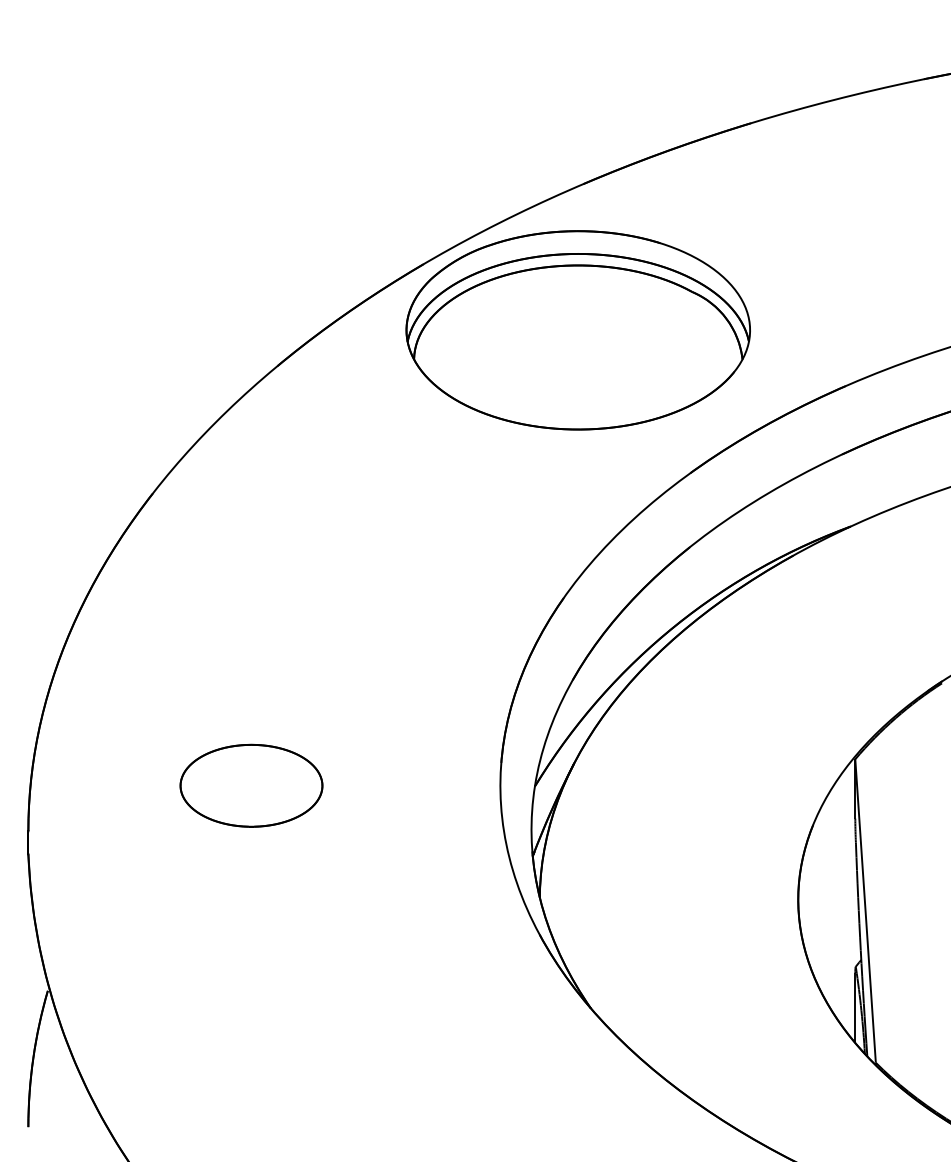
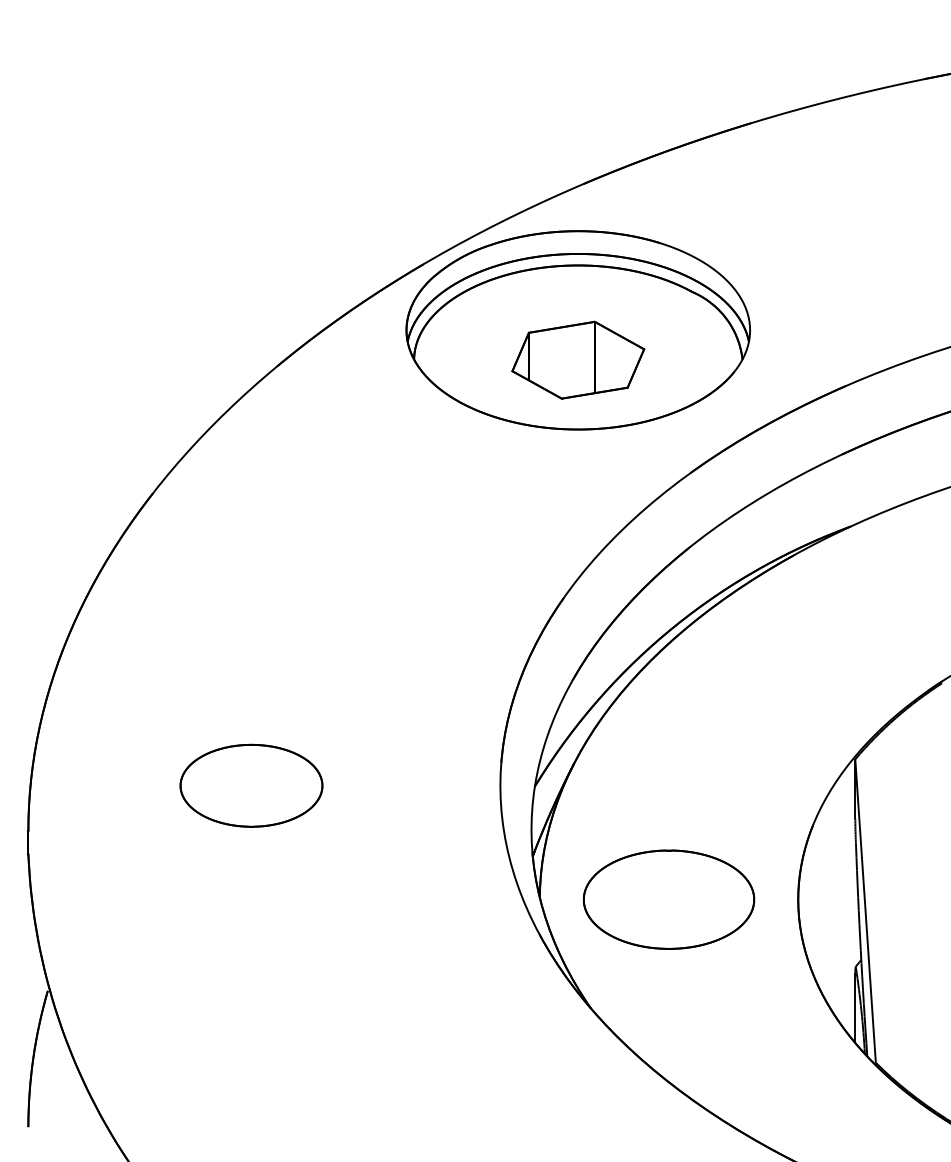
part at (578, 359): none -> present
part at (668, 899): none -> present
